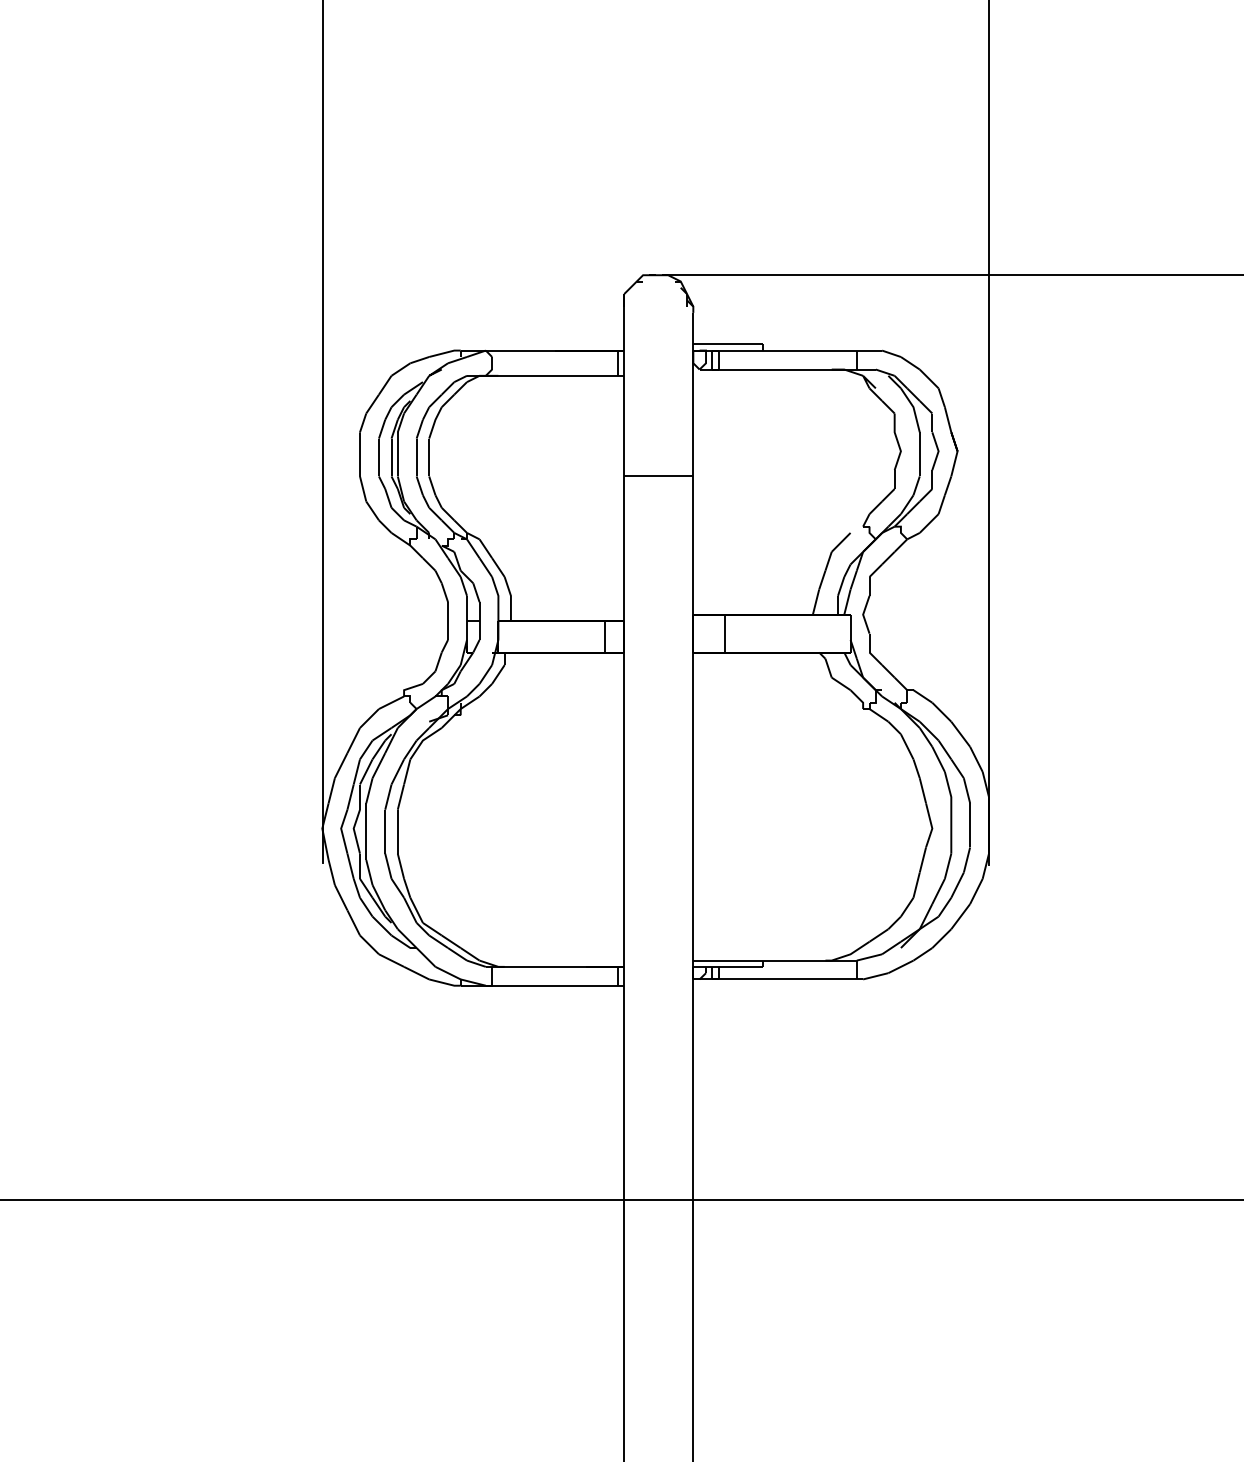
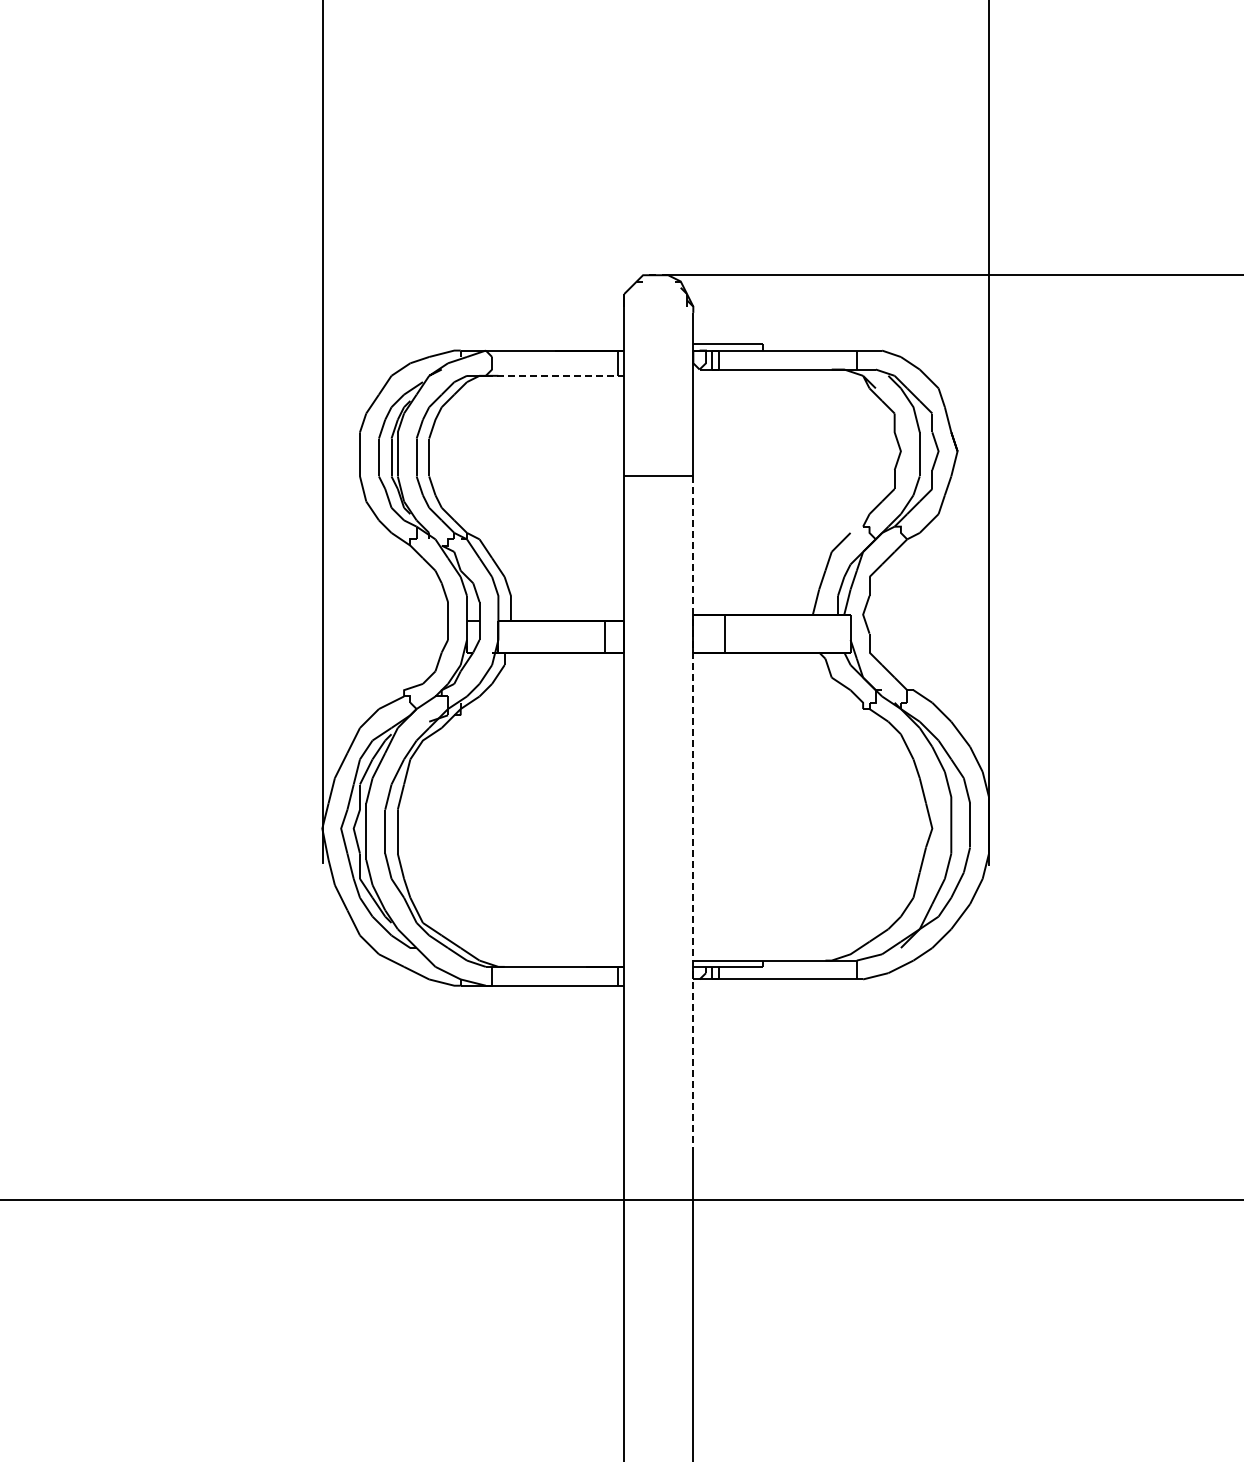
line at (551, 375): solid -> dashed
line at (693, 814): solid -> dashed
